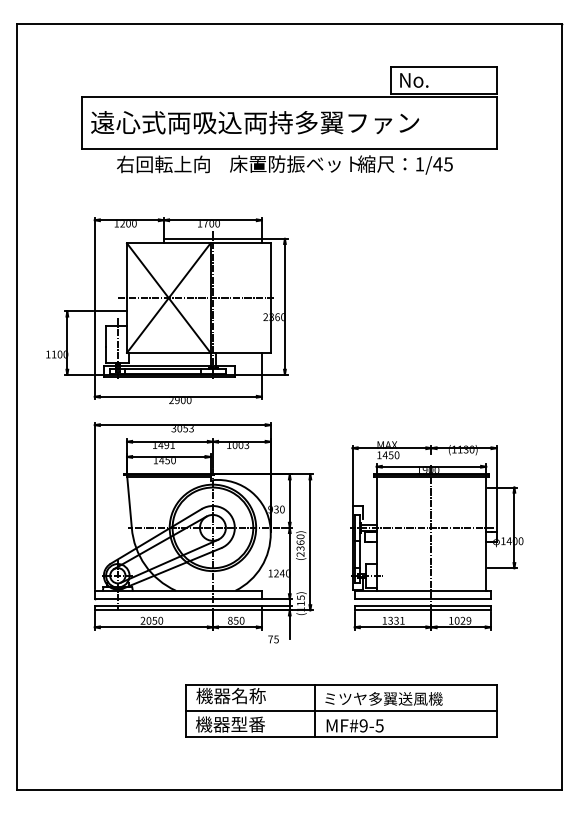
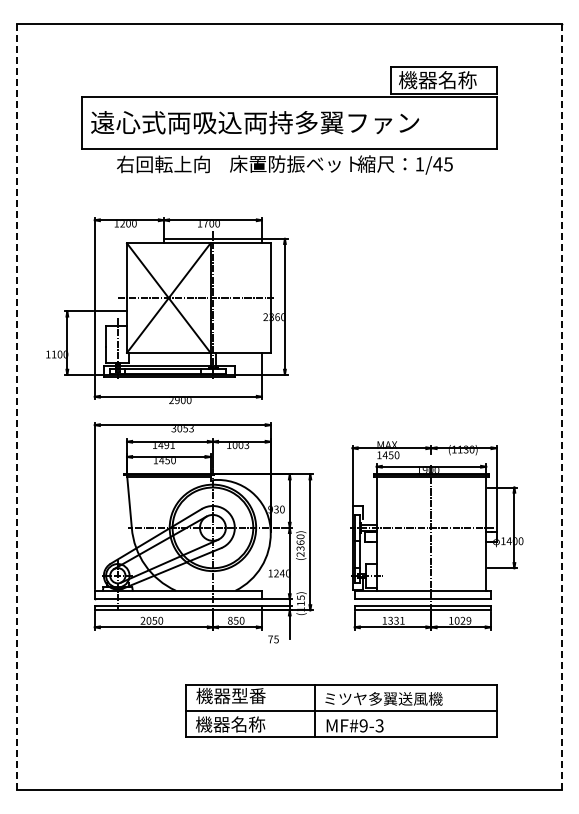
text at (437, 80): No. -> 機器名称
line at (17, 406): solid -> dashed
line at (561, 406): solid -> dashed
text at (248, 696): 機器名称 -> 機器型番
text at (248, 724): 機器型番 -> 機器名称
text at (379, 725): MF#9-5 -> MF#9-3
